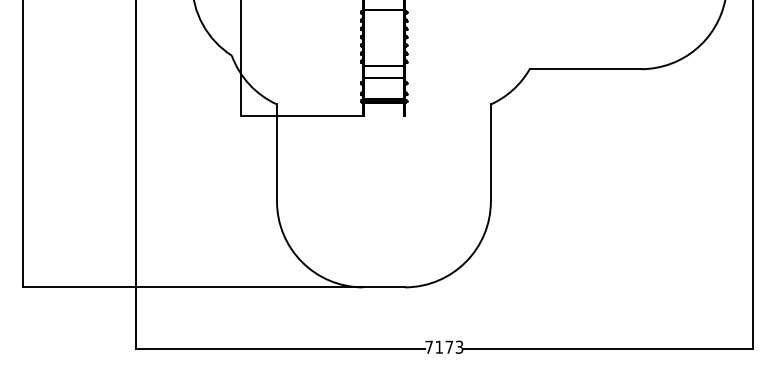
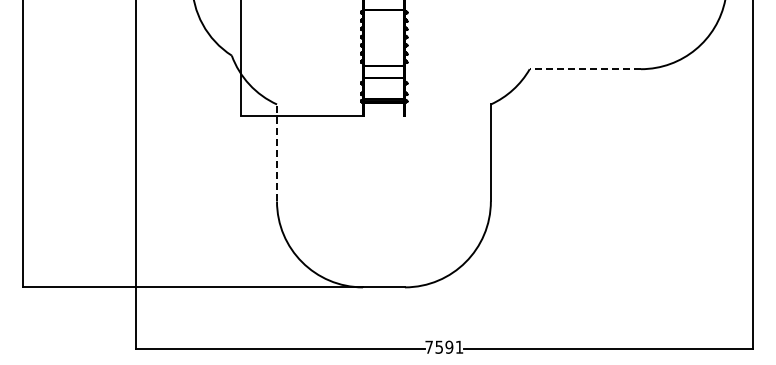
line at (585, 69): solid -> dashed
line at (277, 152): solid -> dashed
text at (449, 346): 7173 -> 7591
